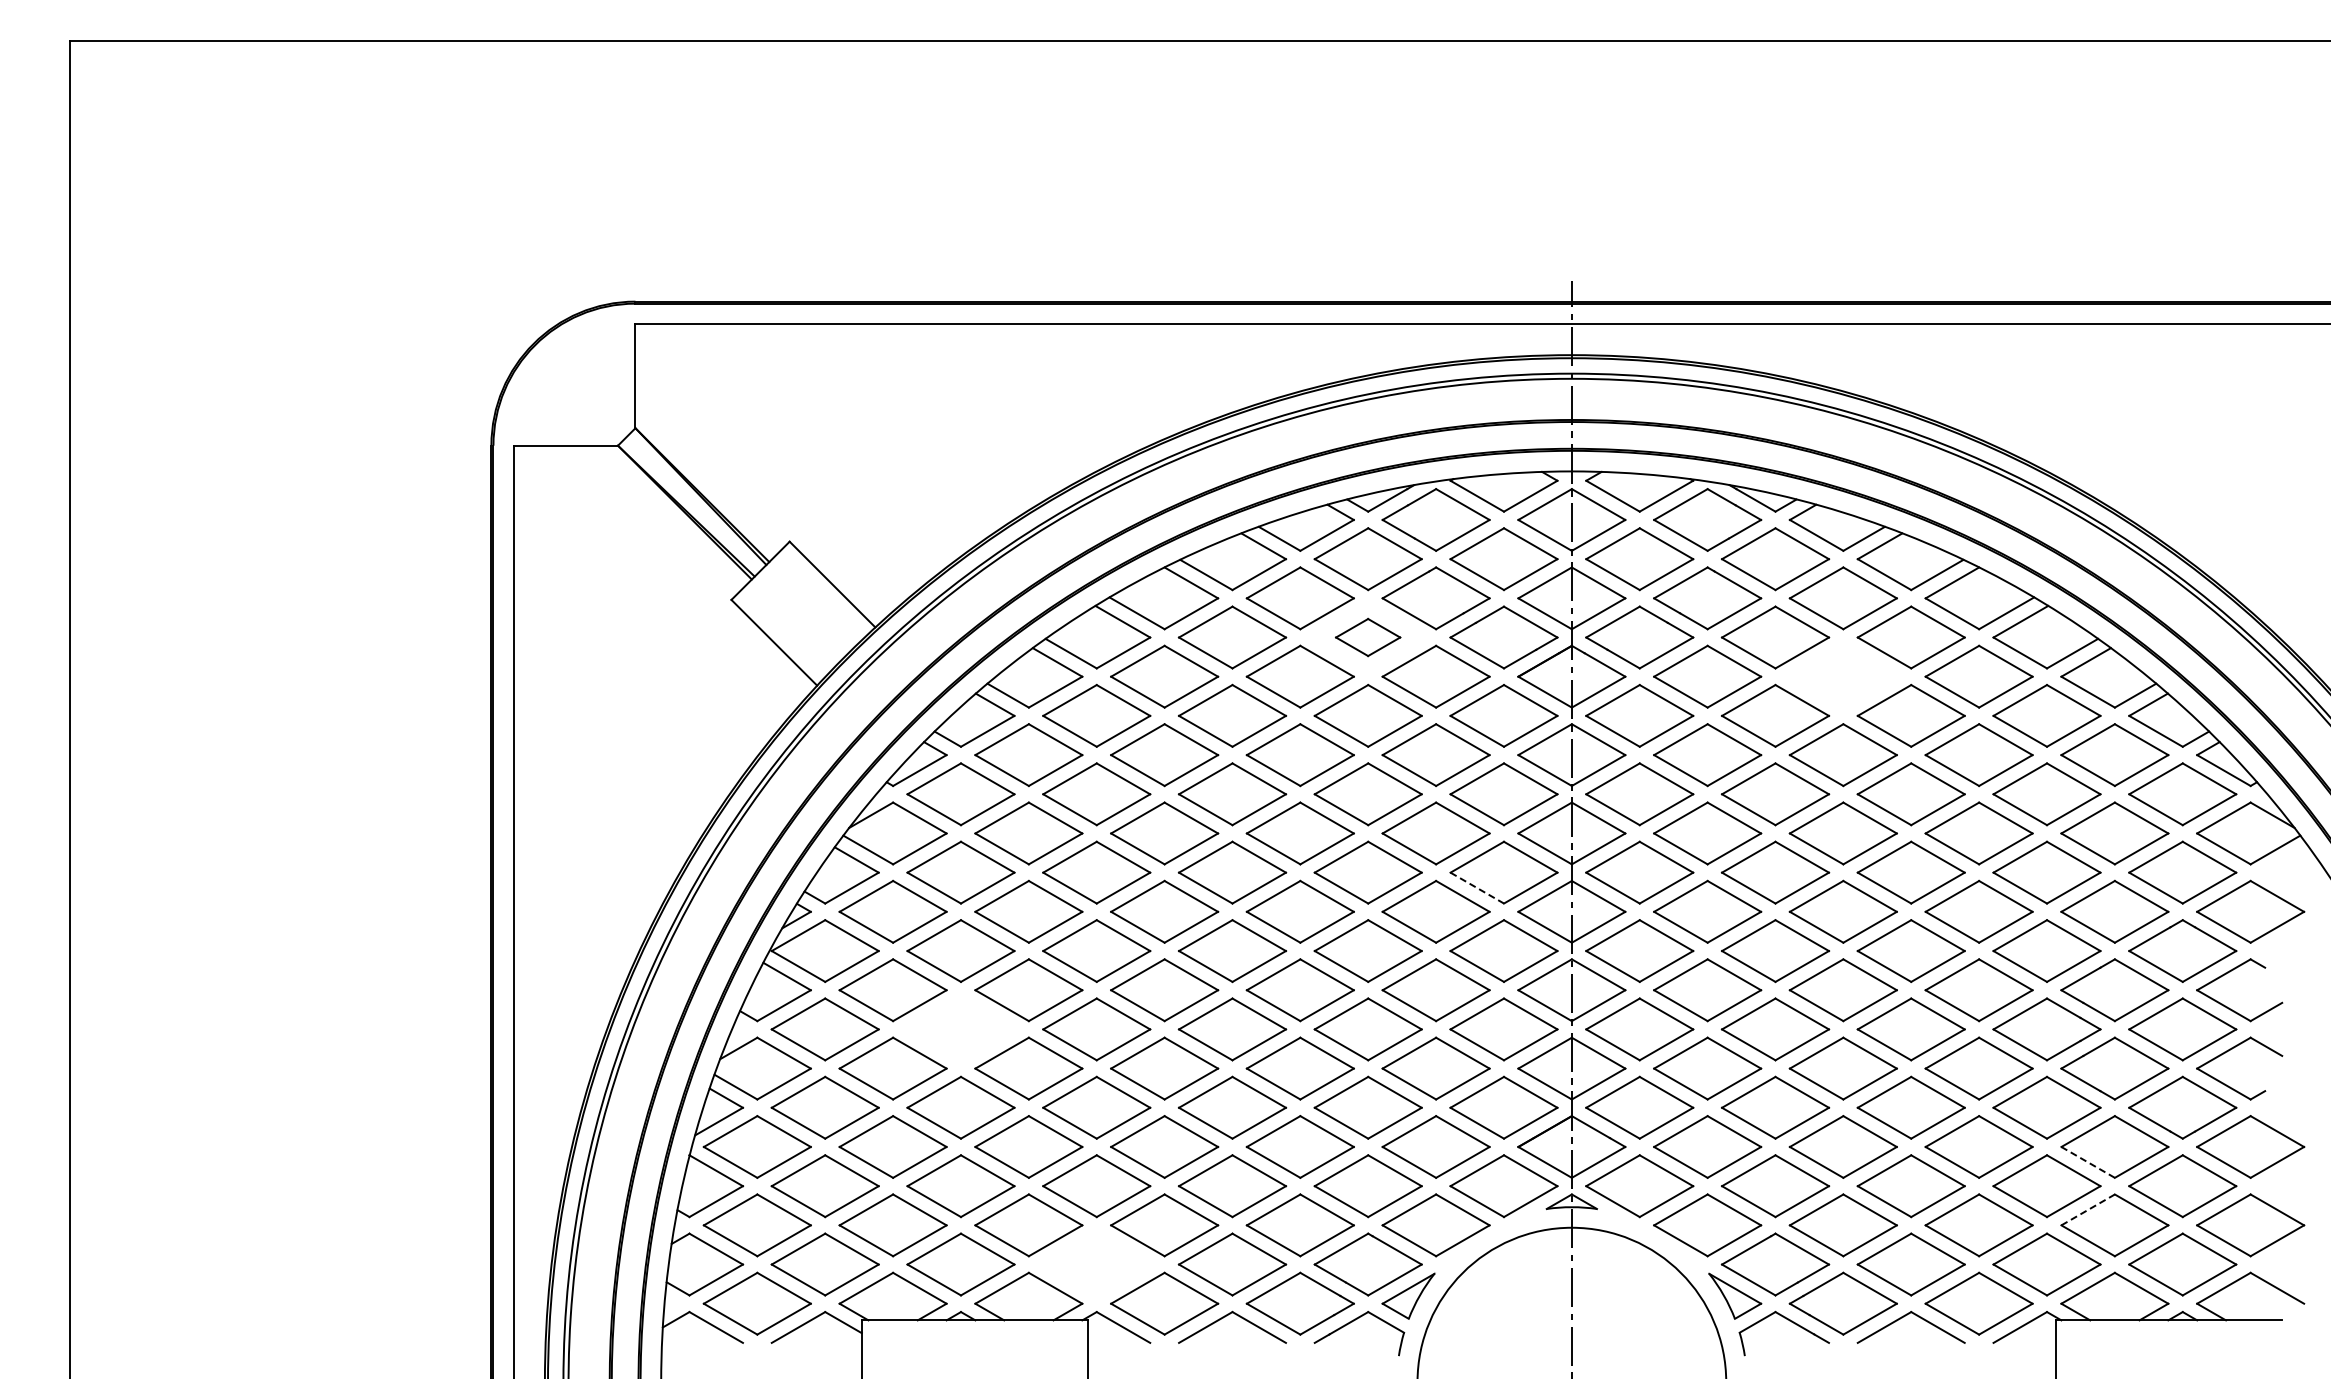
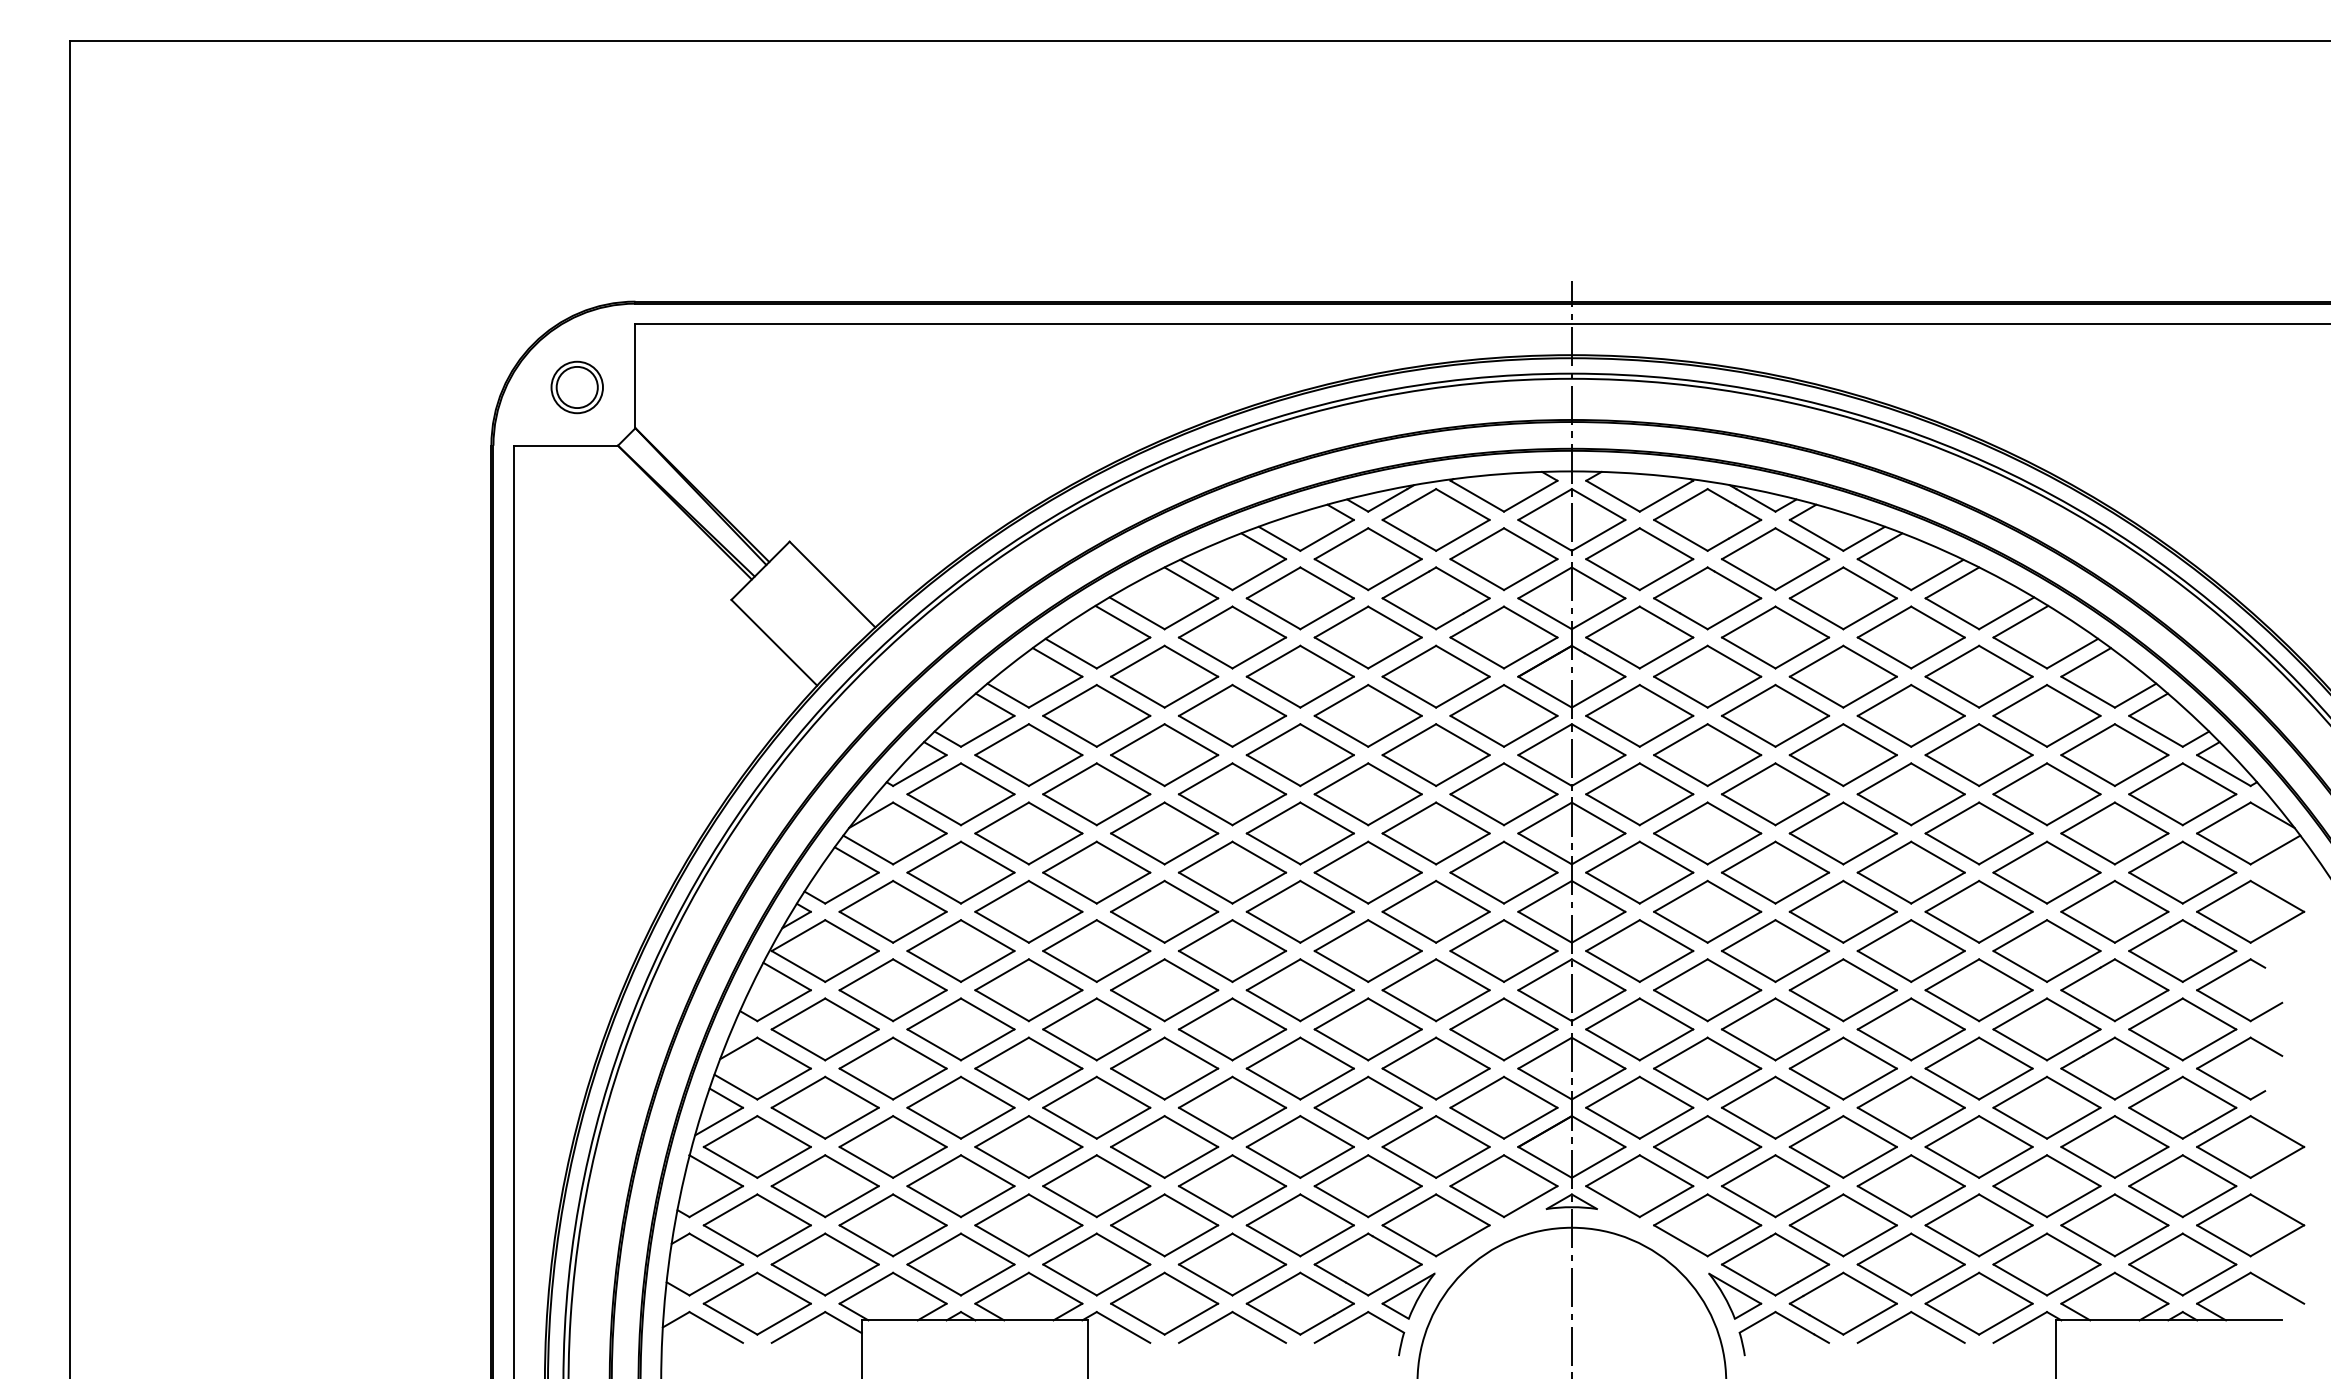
part at (576, 387): none -> present
part at (1367, 637) size: 68x41 px -> 110x65 px
part at (1842, 676): none -> present
line at (1477, 888): dashed -> solid
part at (960, 1029): none -> present
line at (2088, 1162): dashed -> solid
line at (2088, 1209): dashed -> solid
part at (1096, 1264): none -> present
